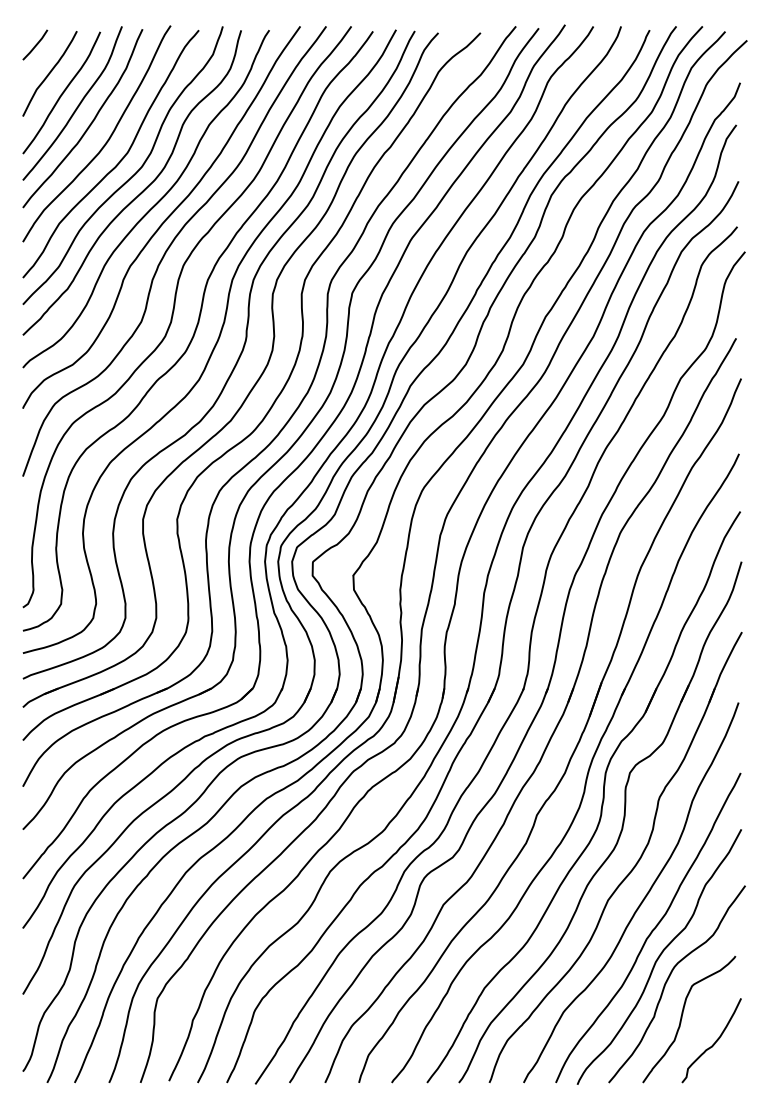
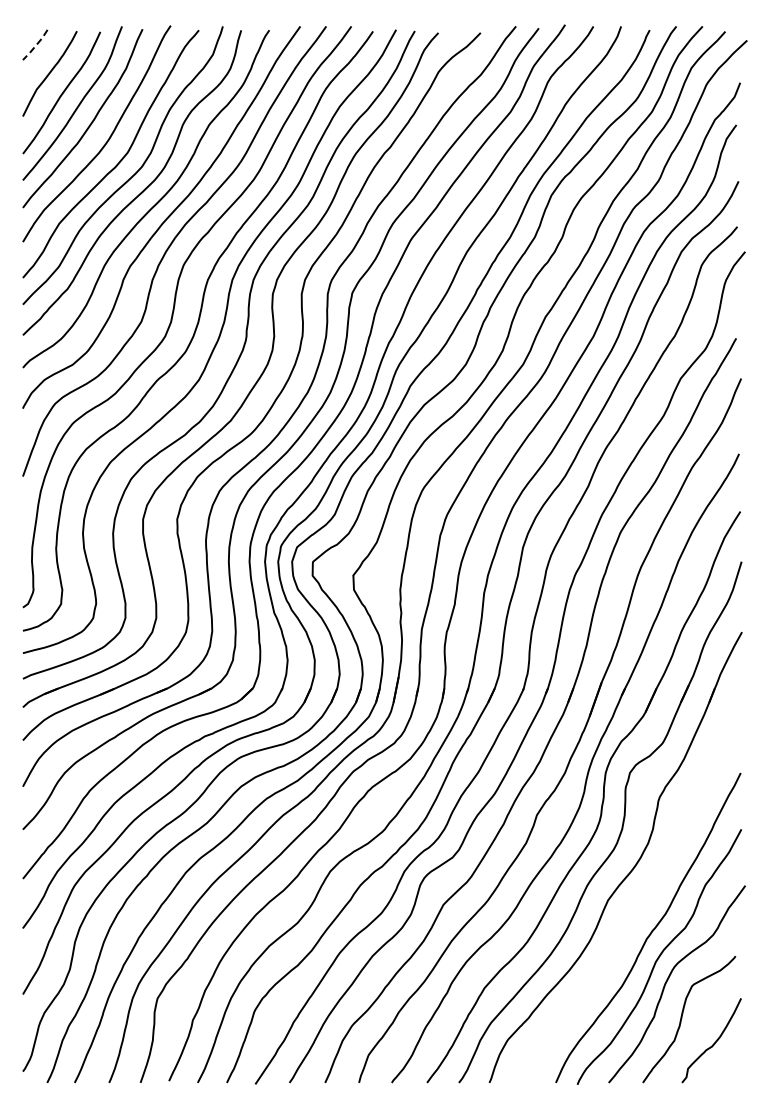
line at (35, 45): solid -> dashed
curve at (642, 899): present -> none
